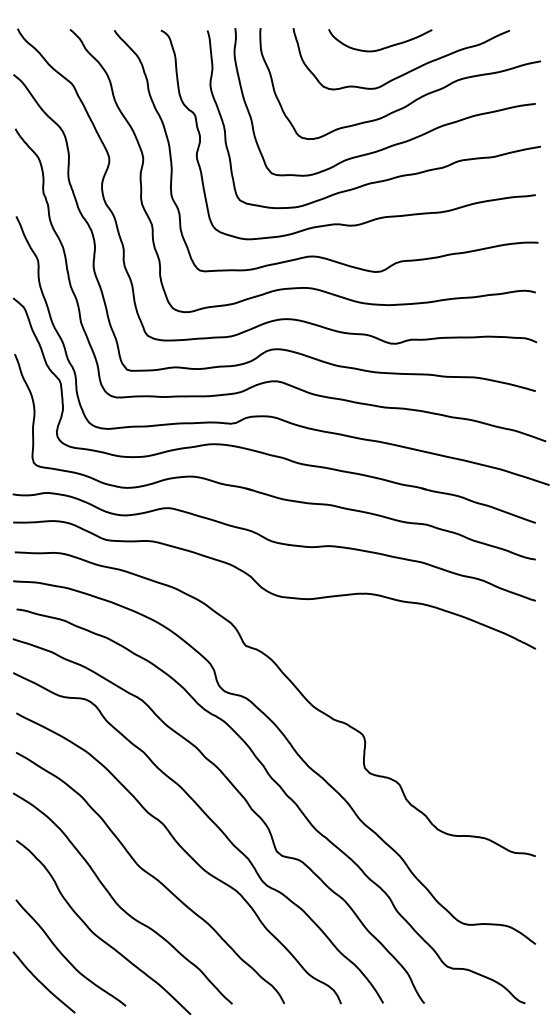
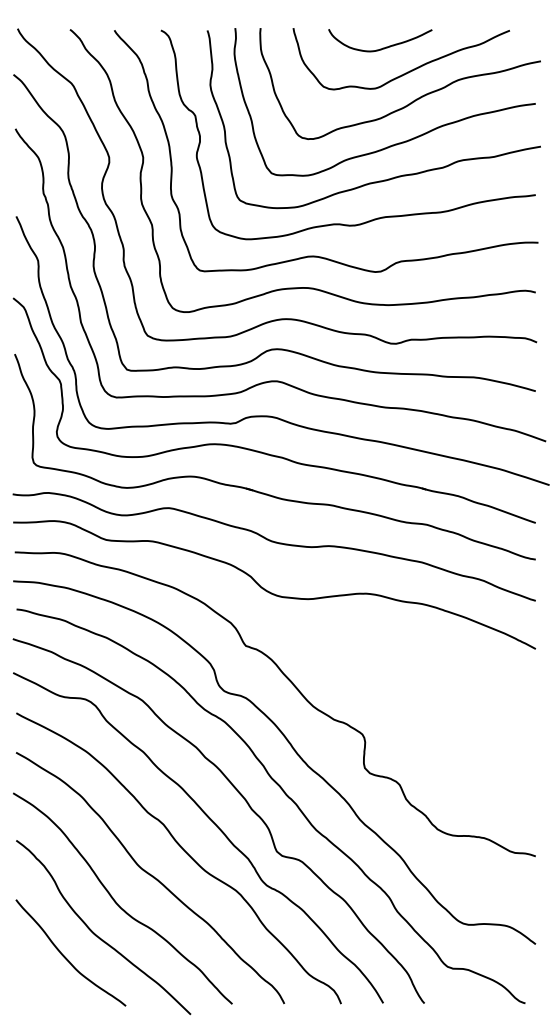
curve at (42, 982): present -> none
